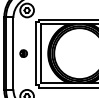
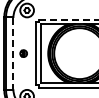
line at (68, 19): solid -> dashed
line at (13, 53): solid -> dashed
